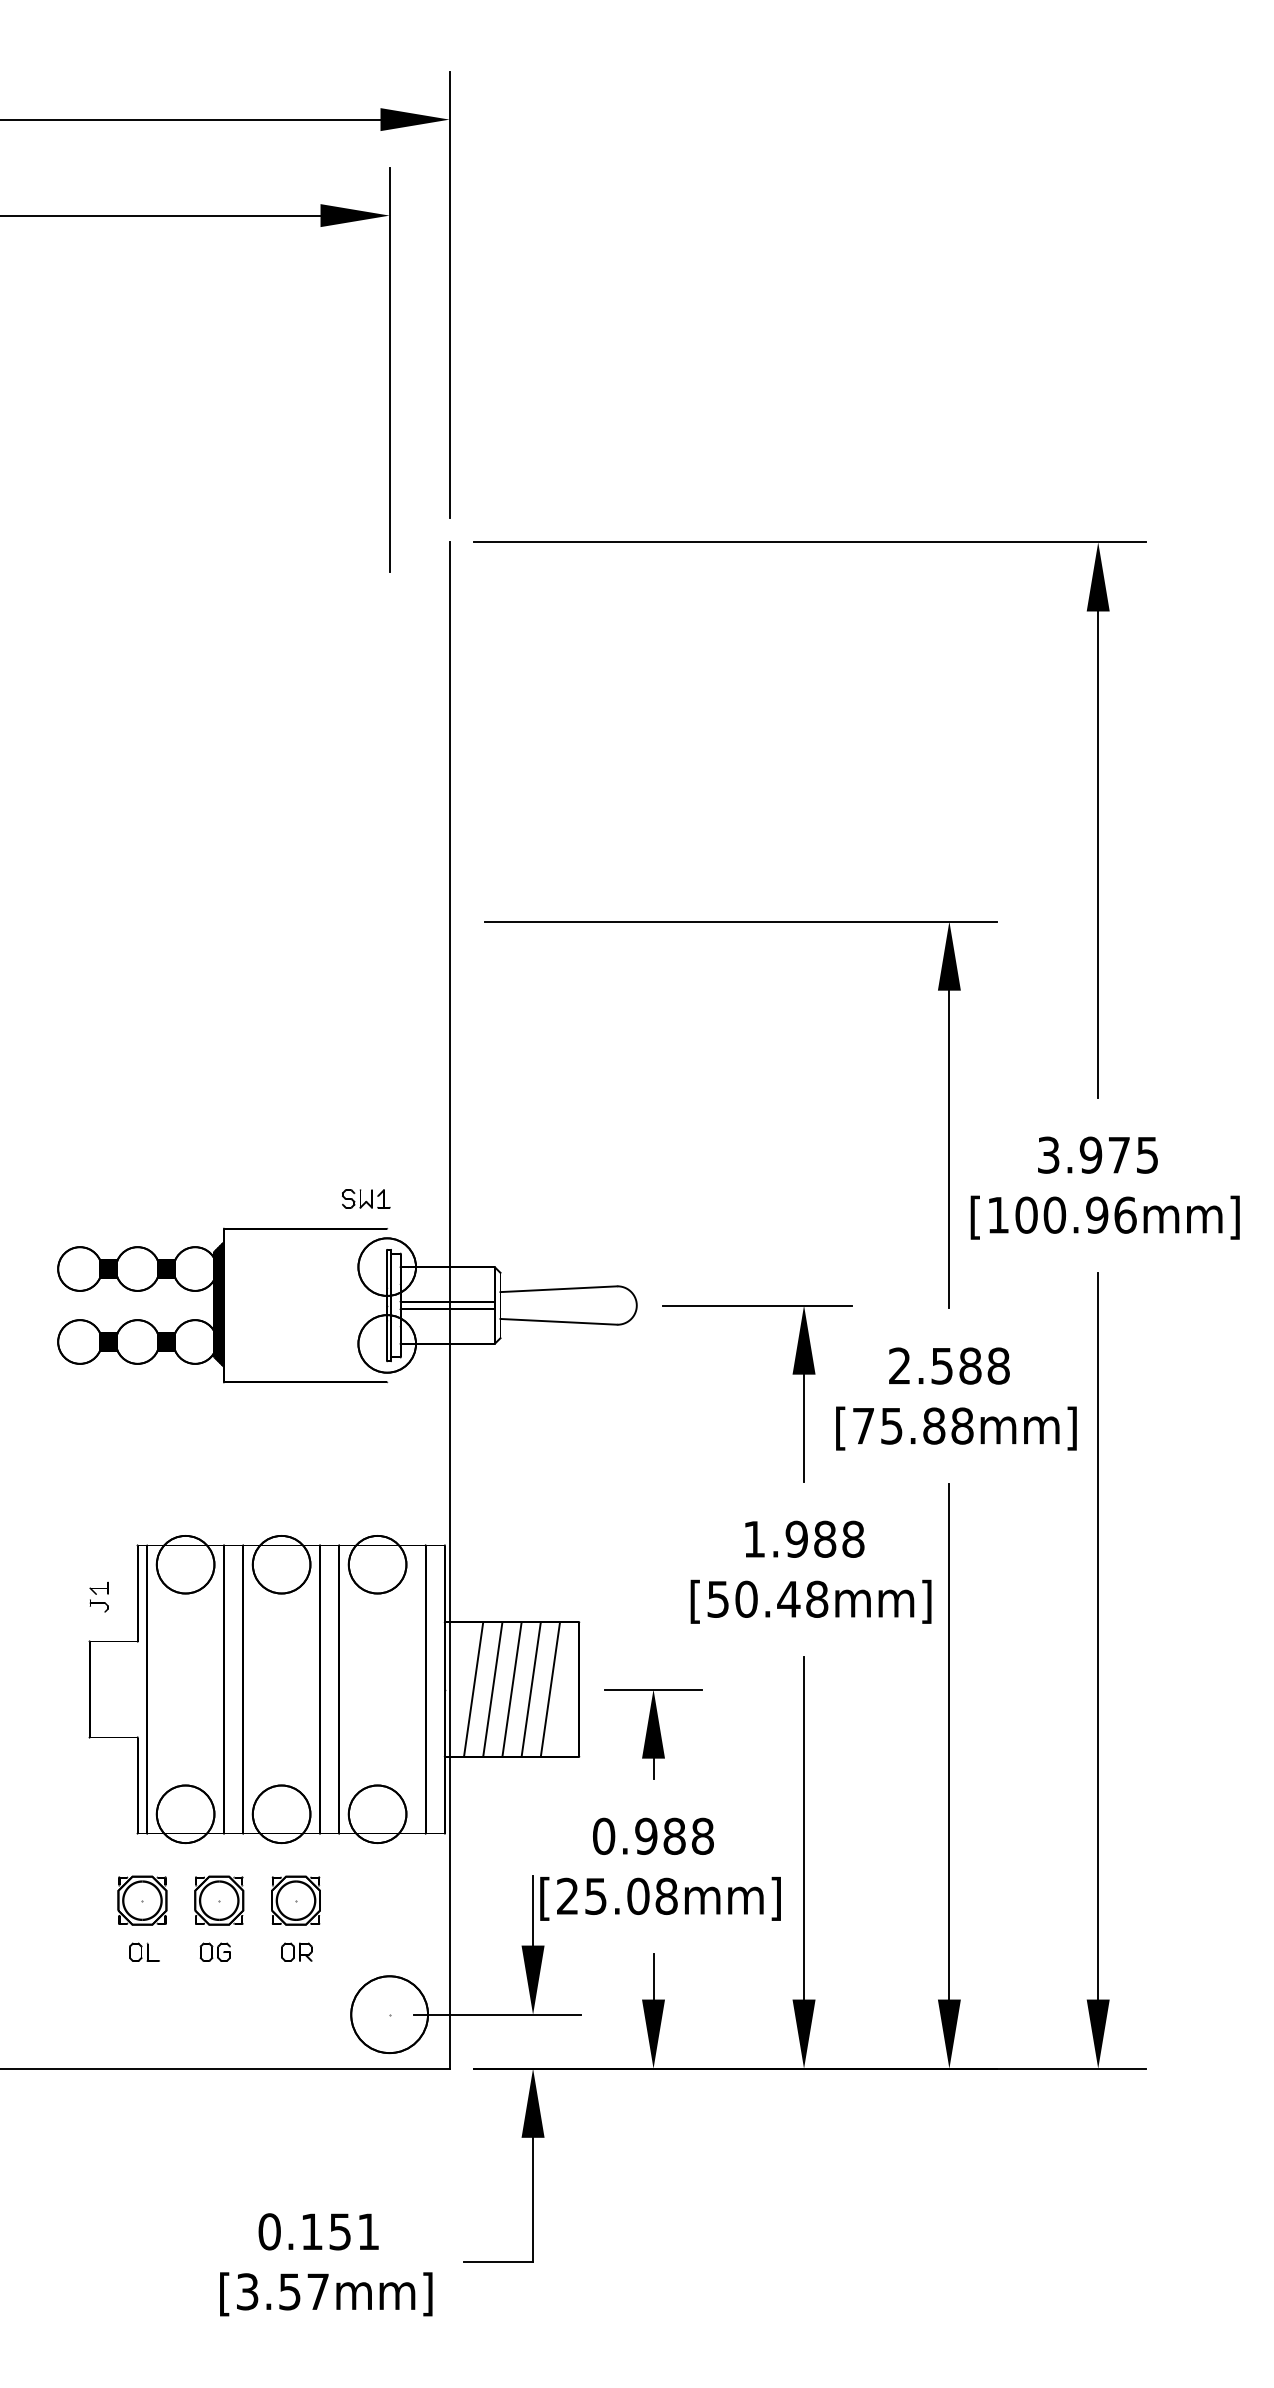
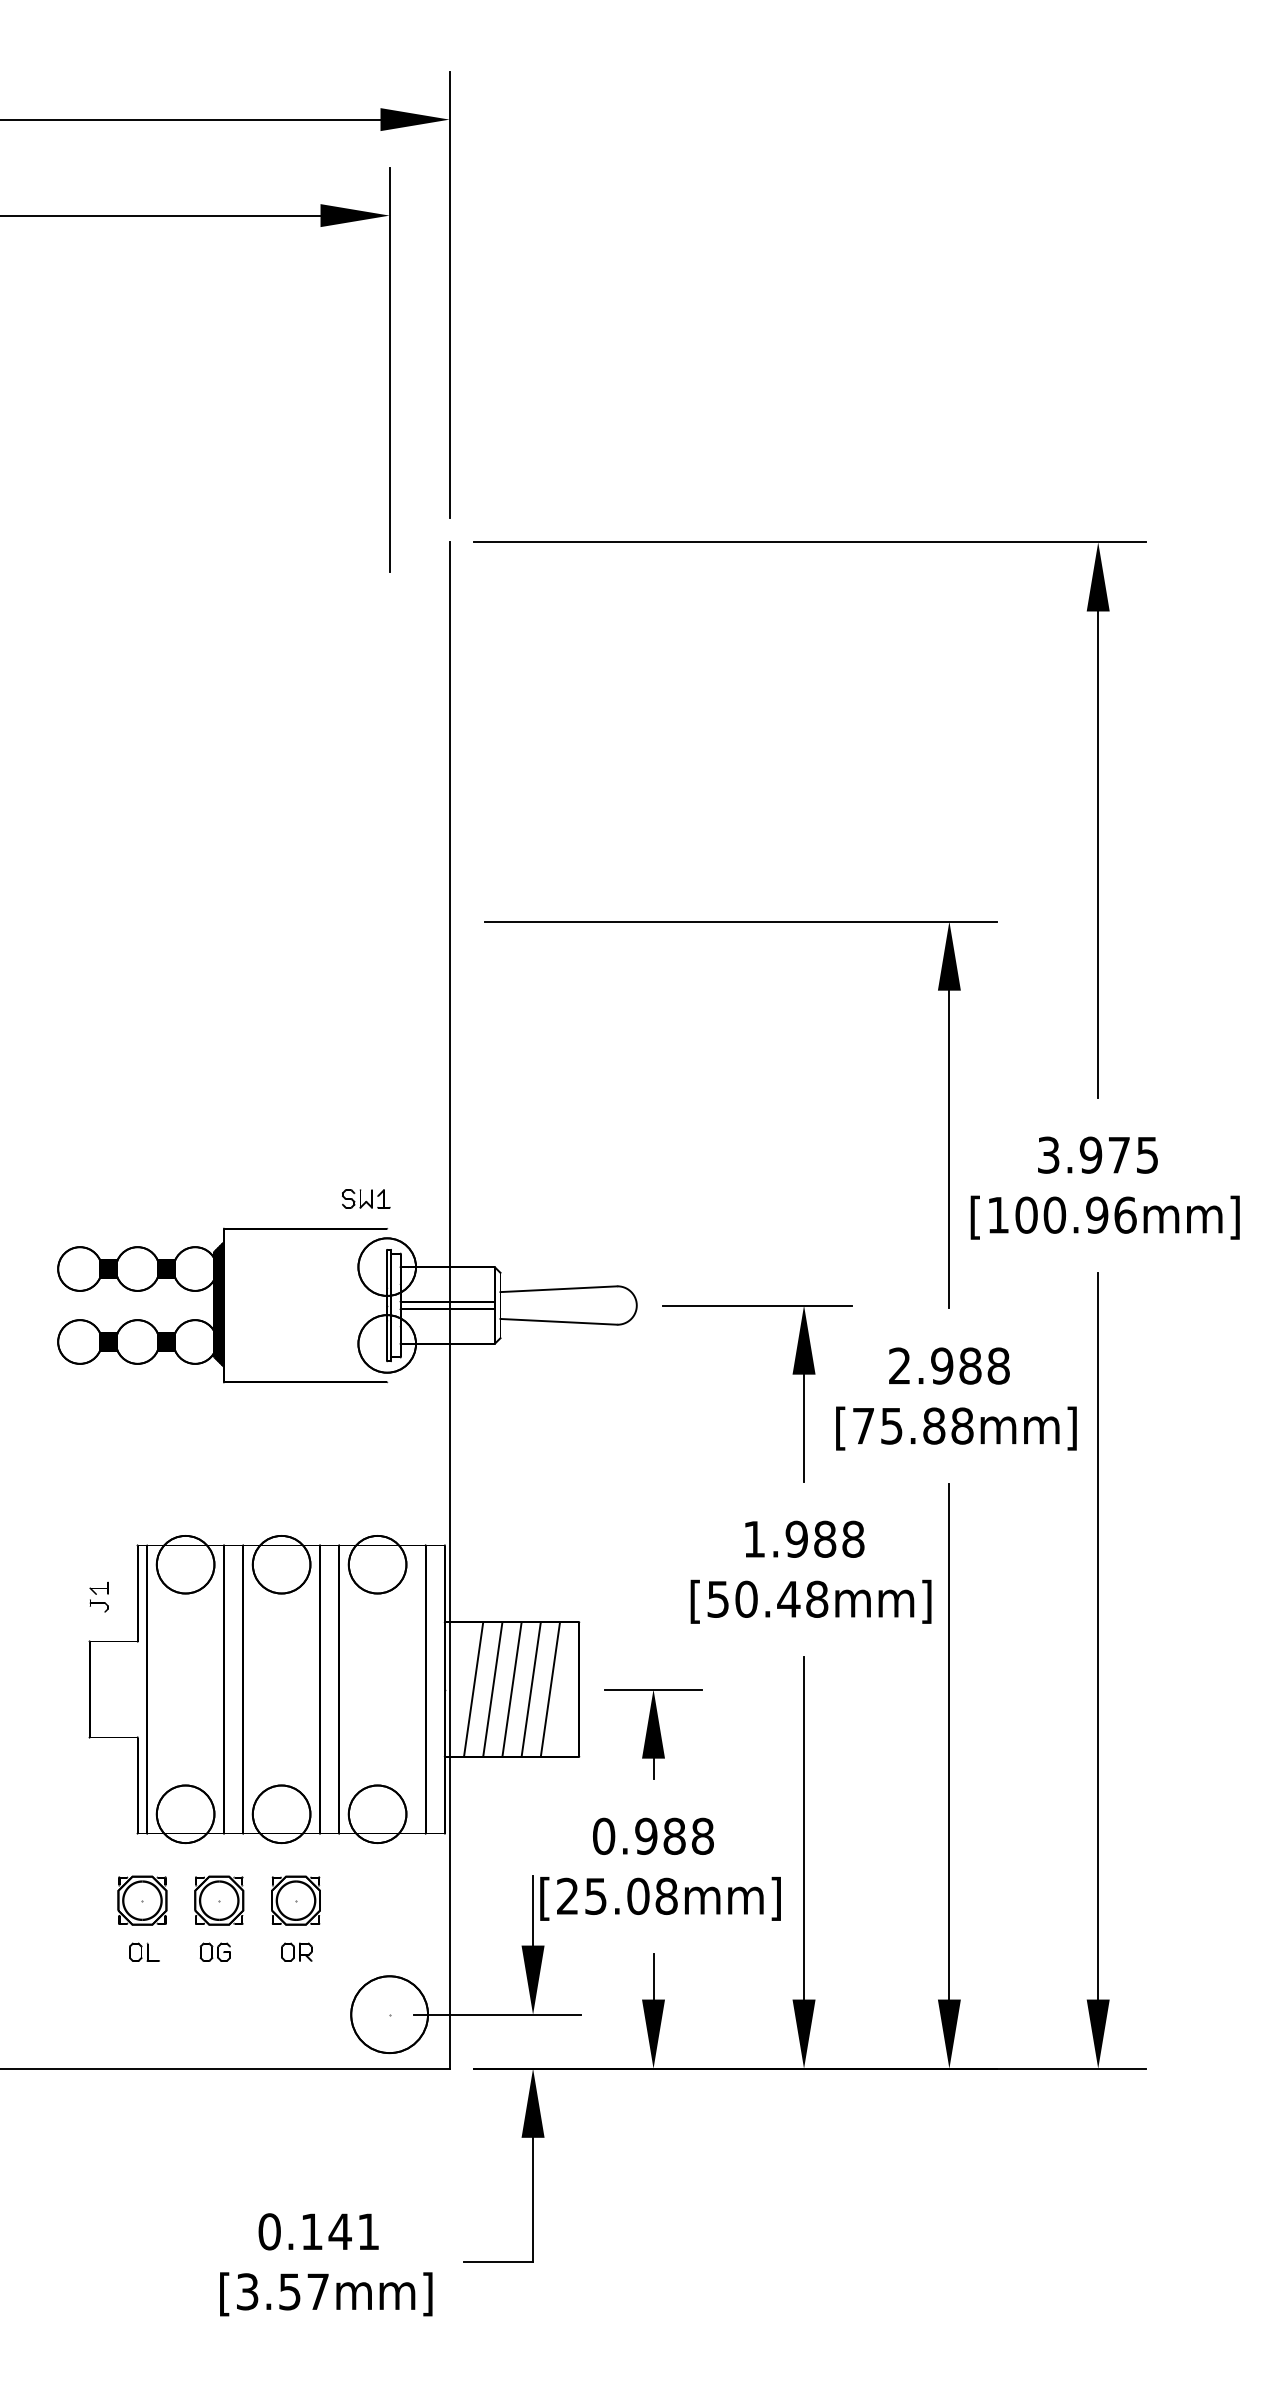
text at (942, 1365): 2.588 -> 2.988
text at (339, 2231): 0.151 -> 0.141
